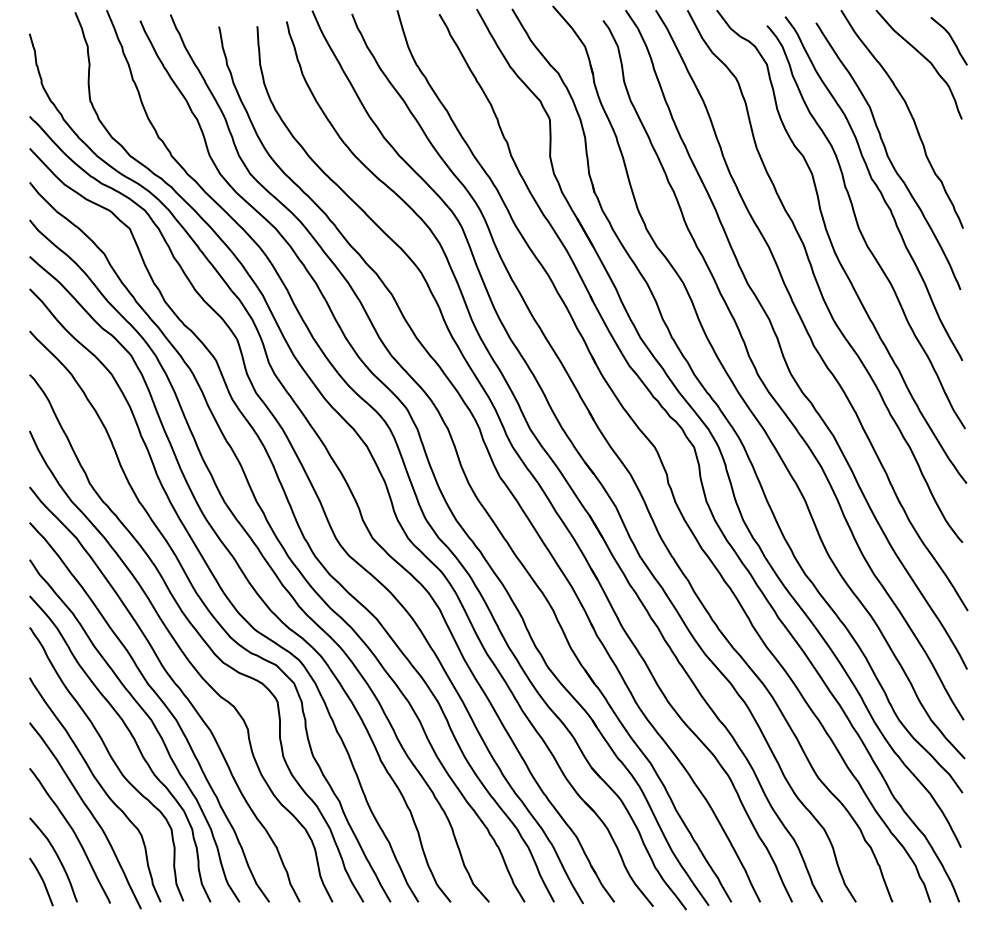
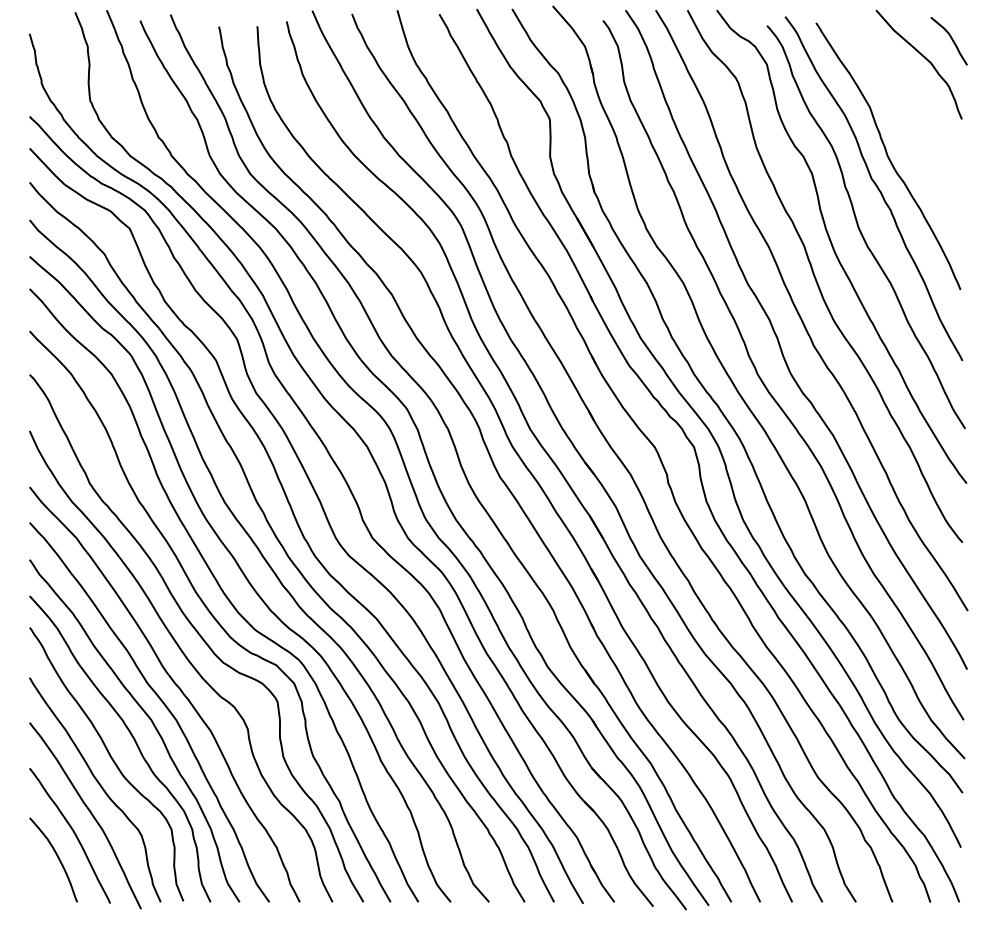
curve at (910, 115): present -> none
curve at (41, 880): present -> none
